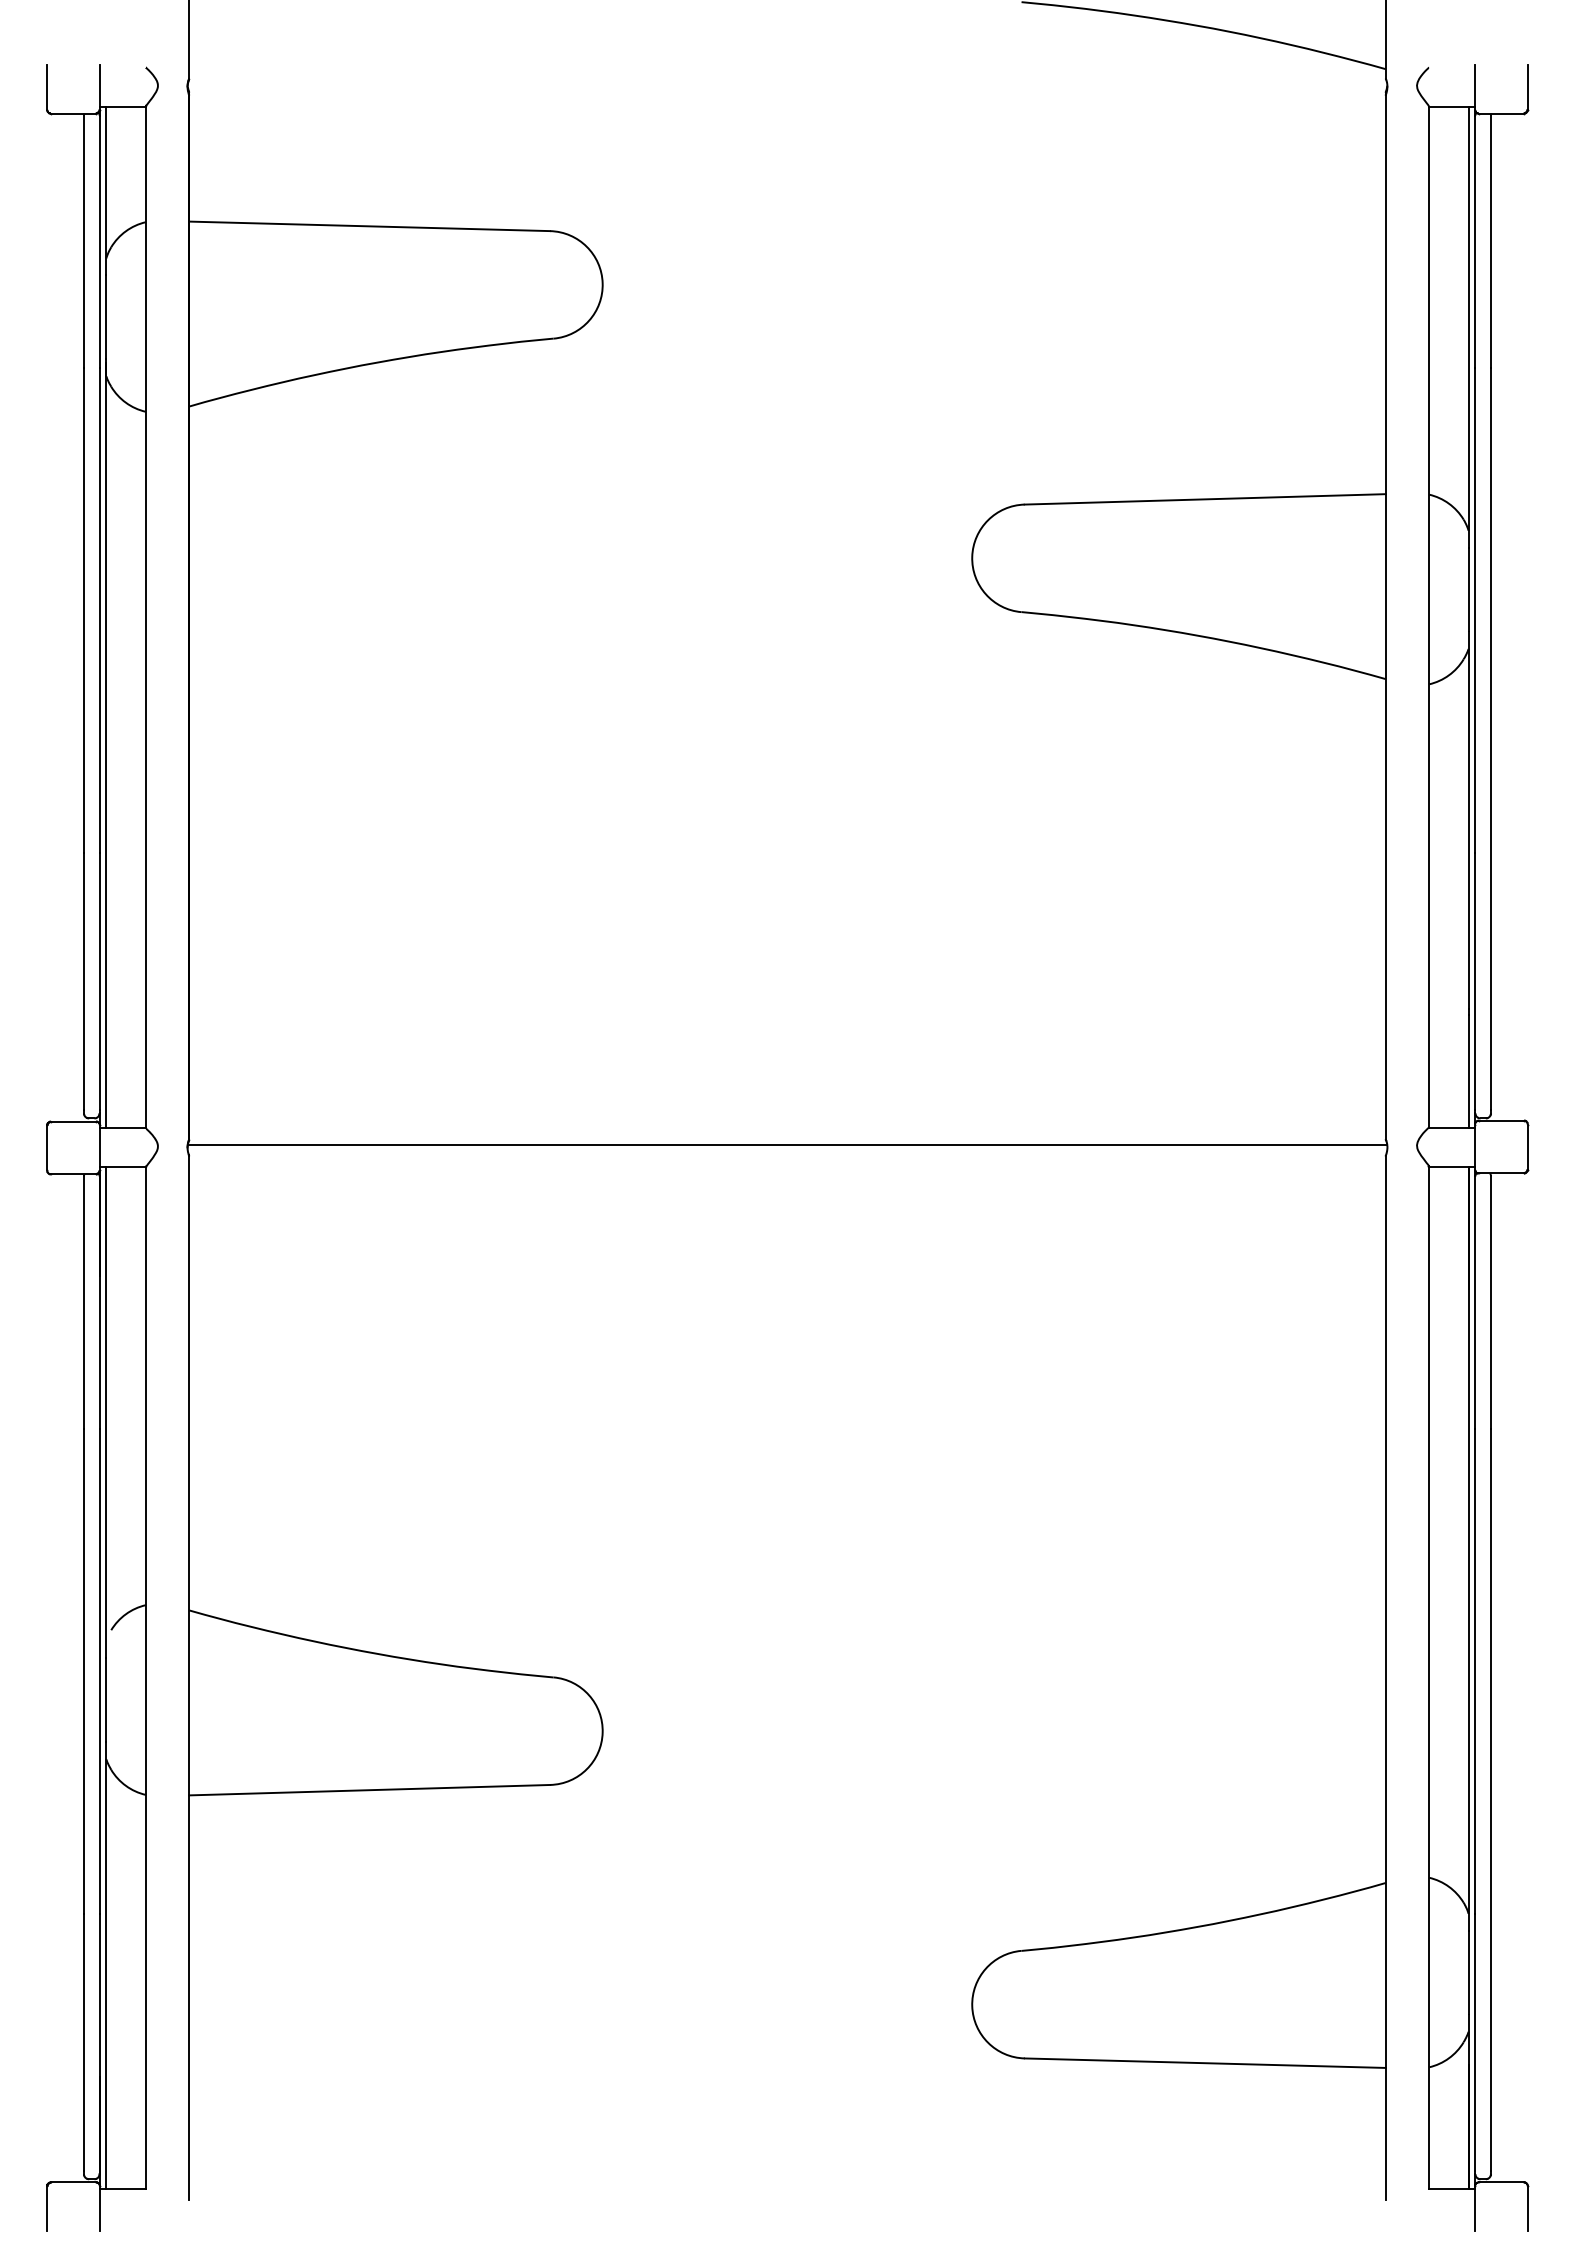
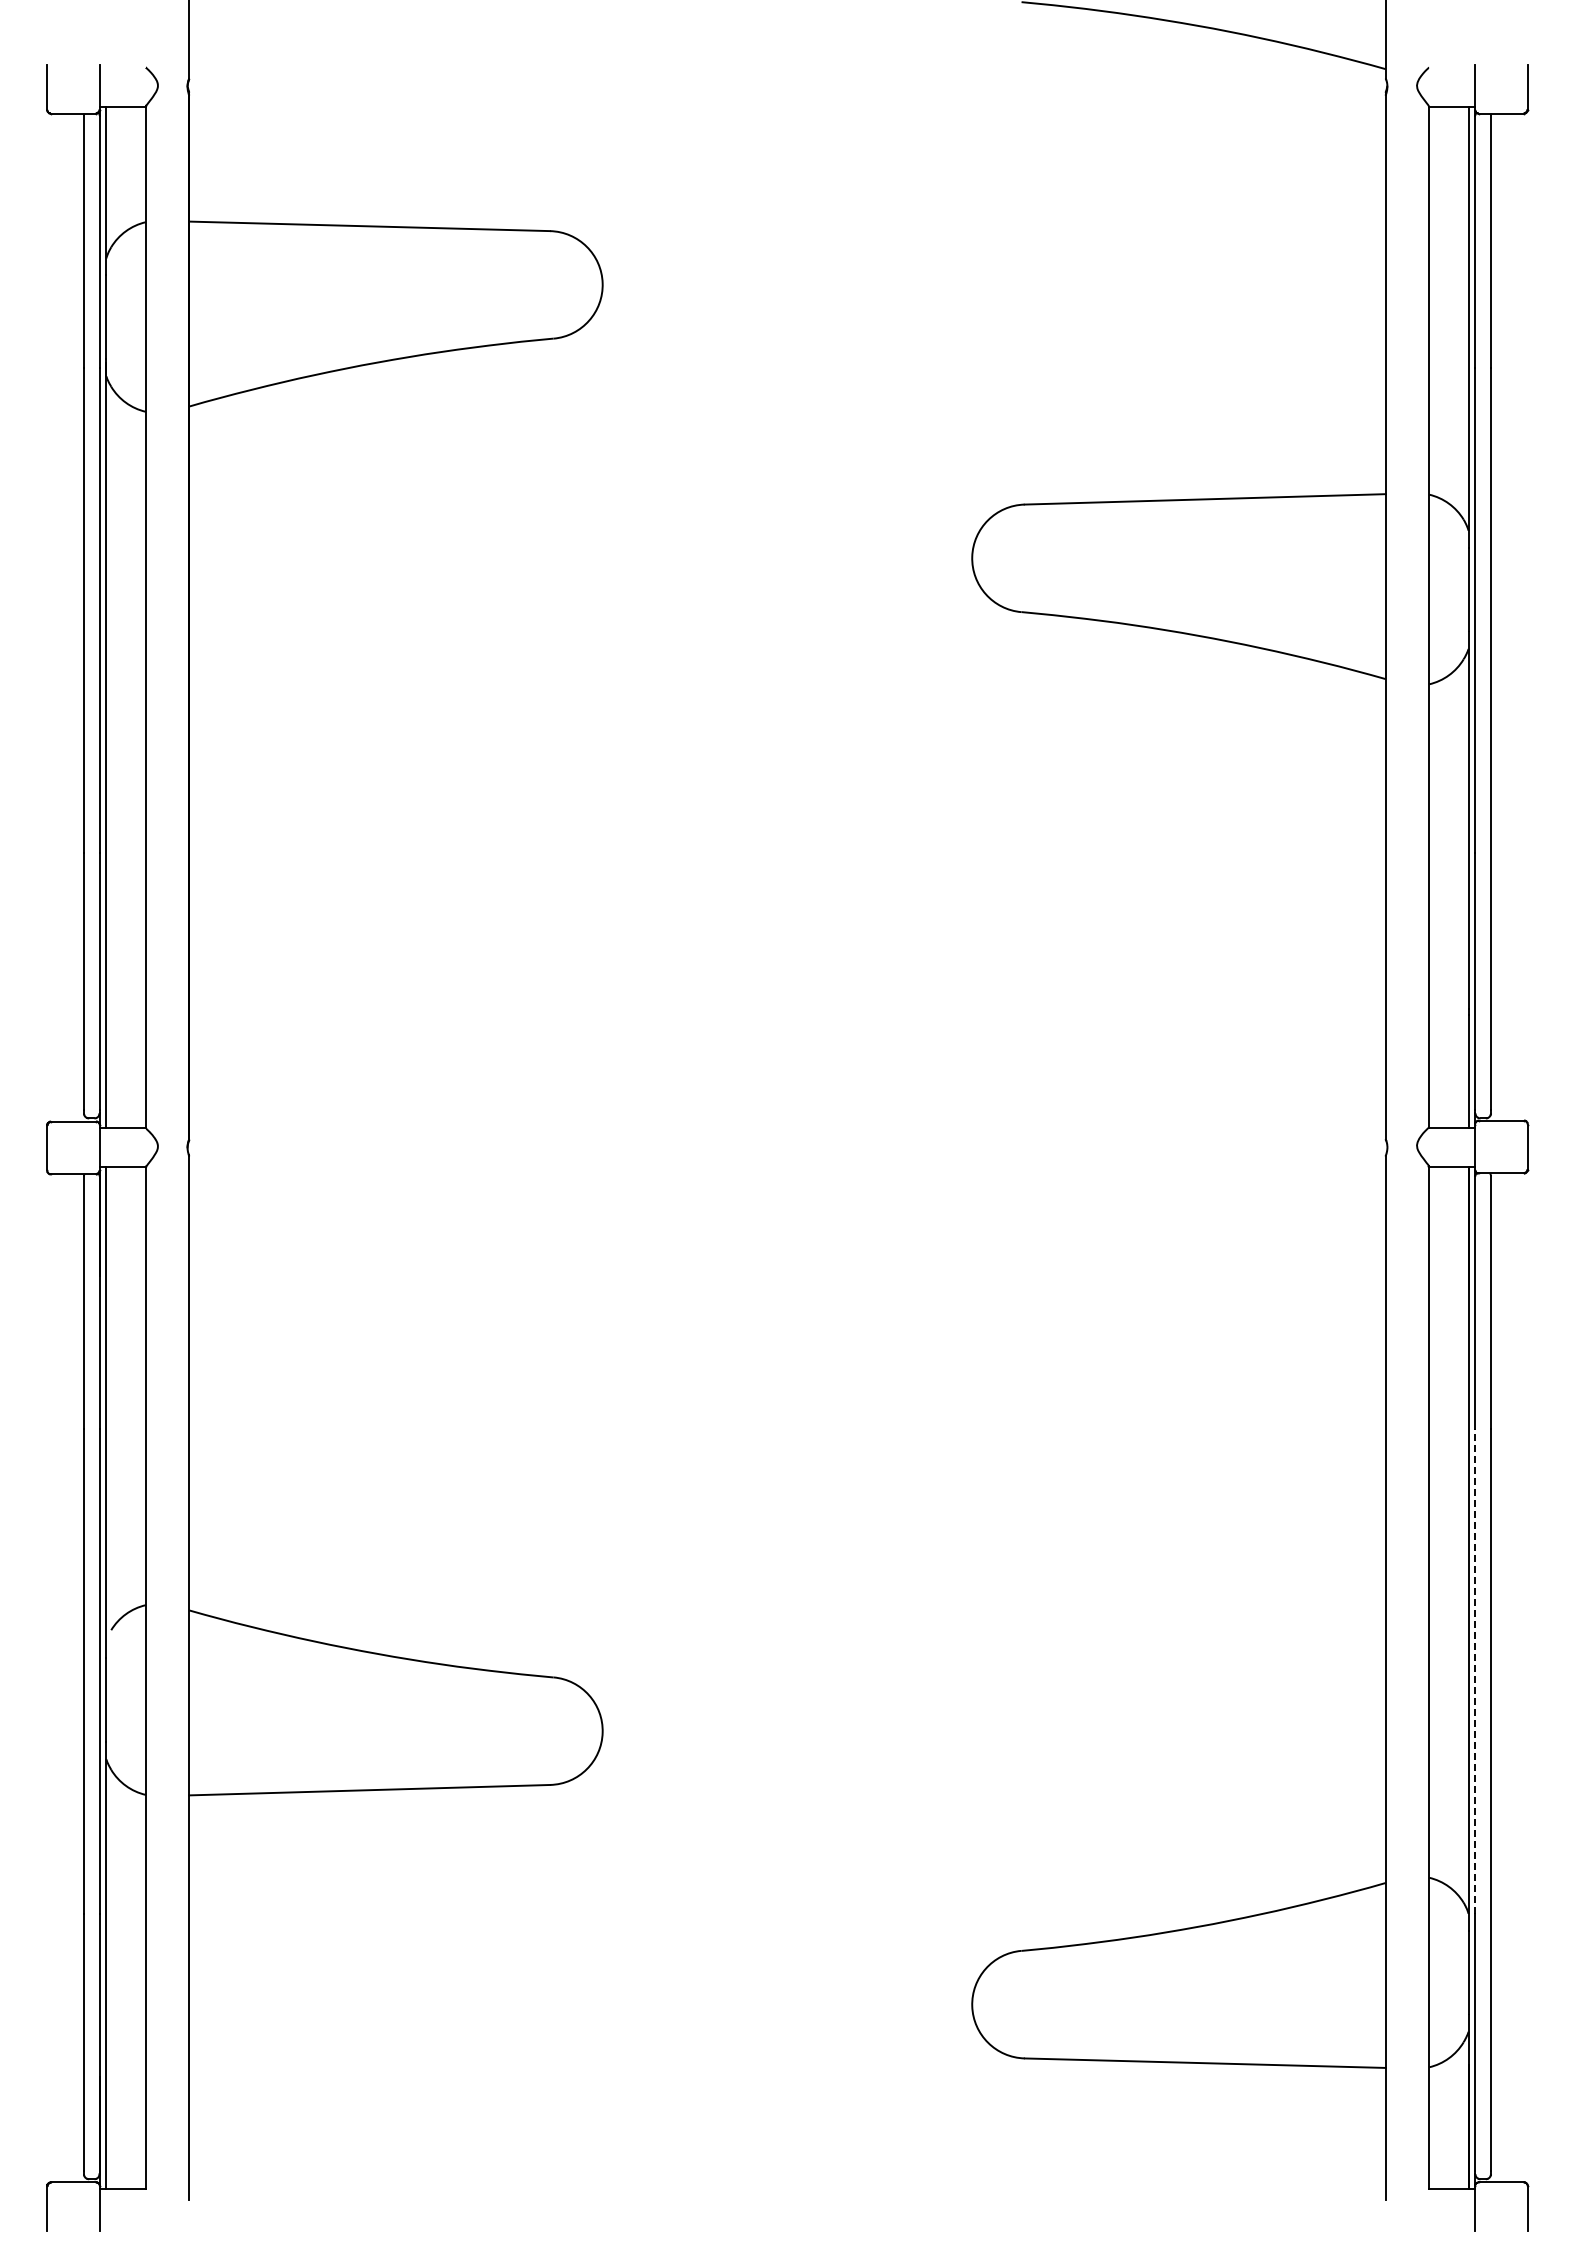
line at (787, 1145): present -> none
line at (1475, 1671): solid -> dashed
